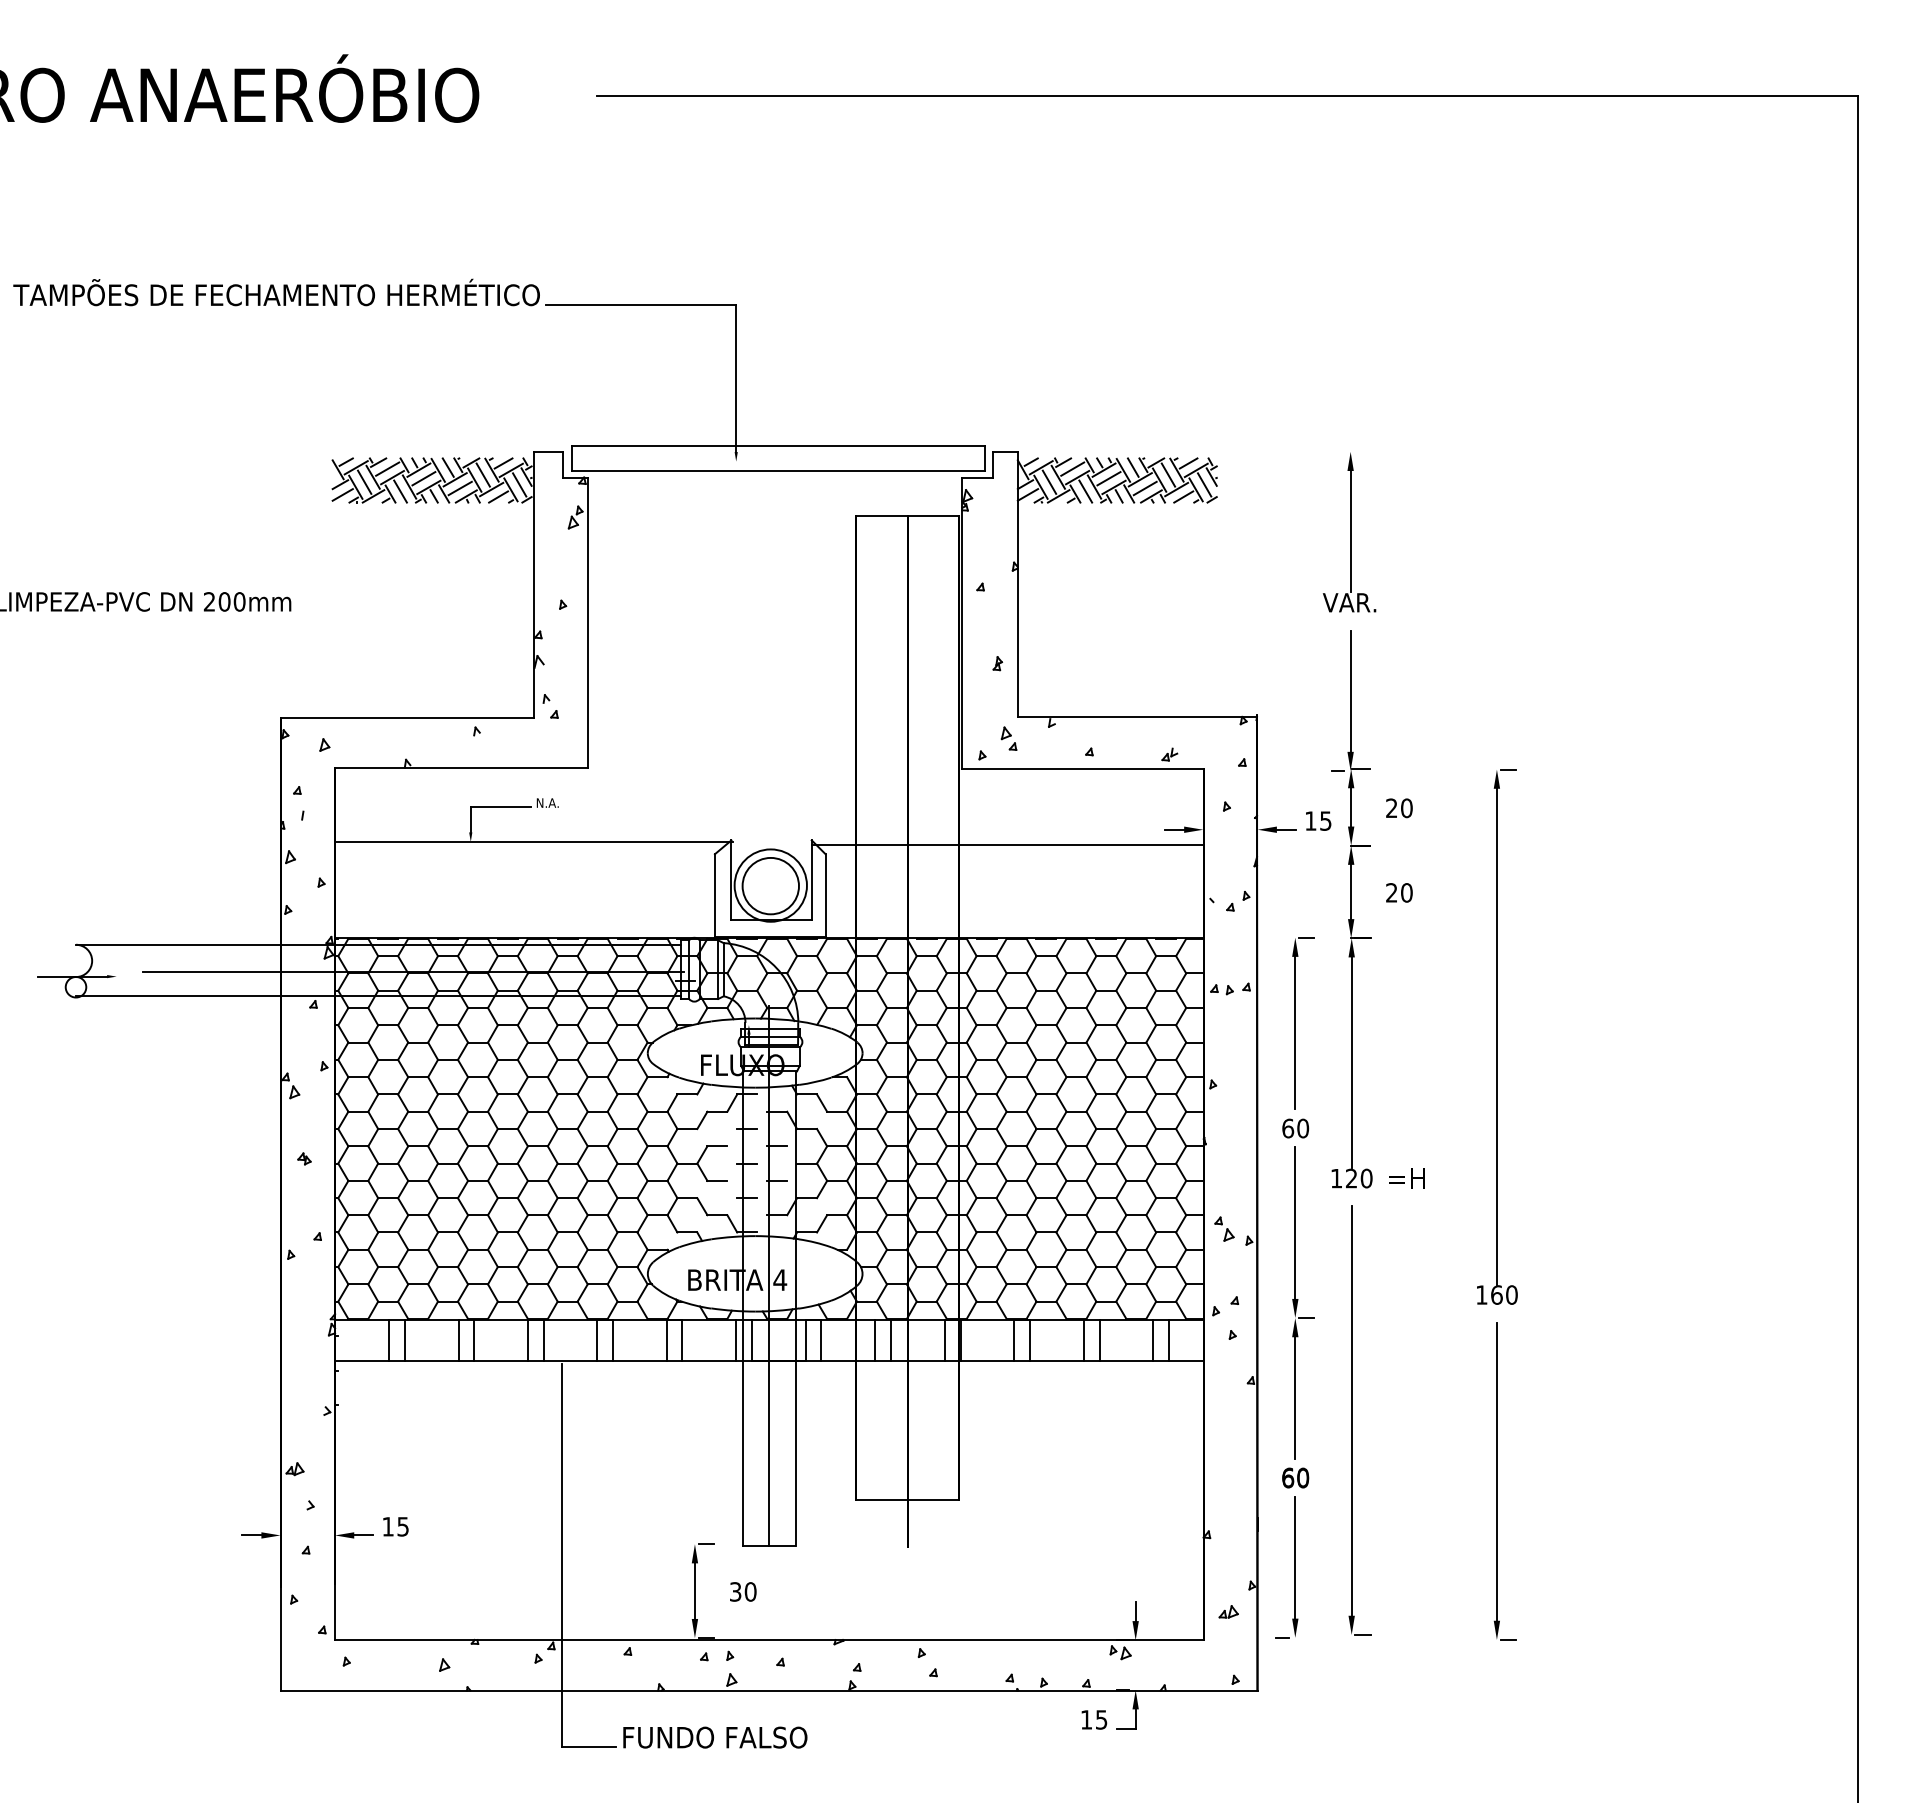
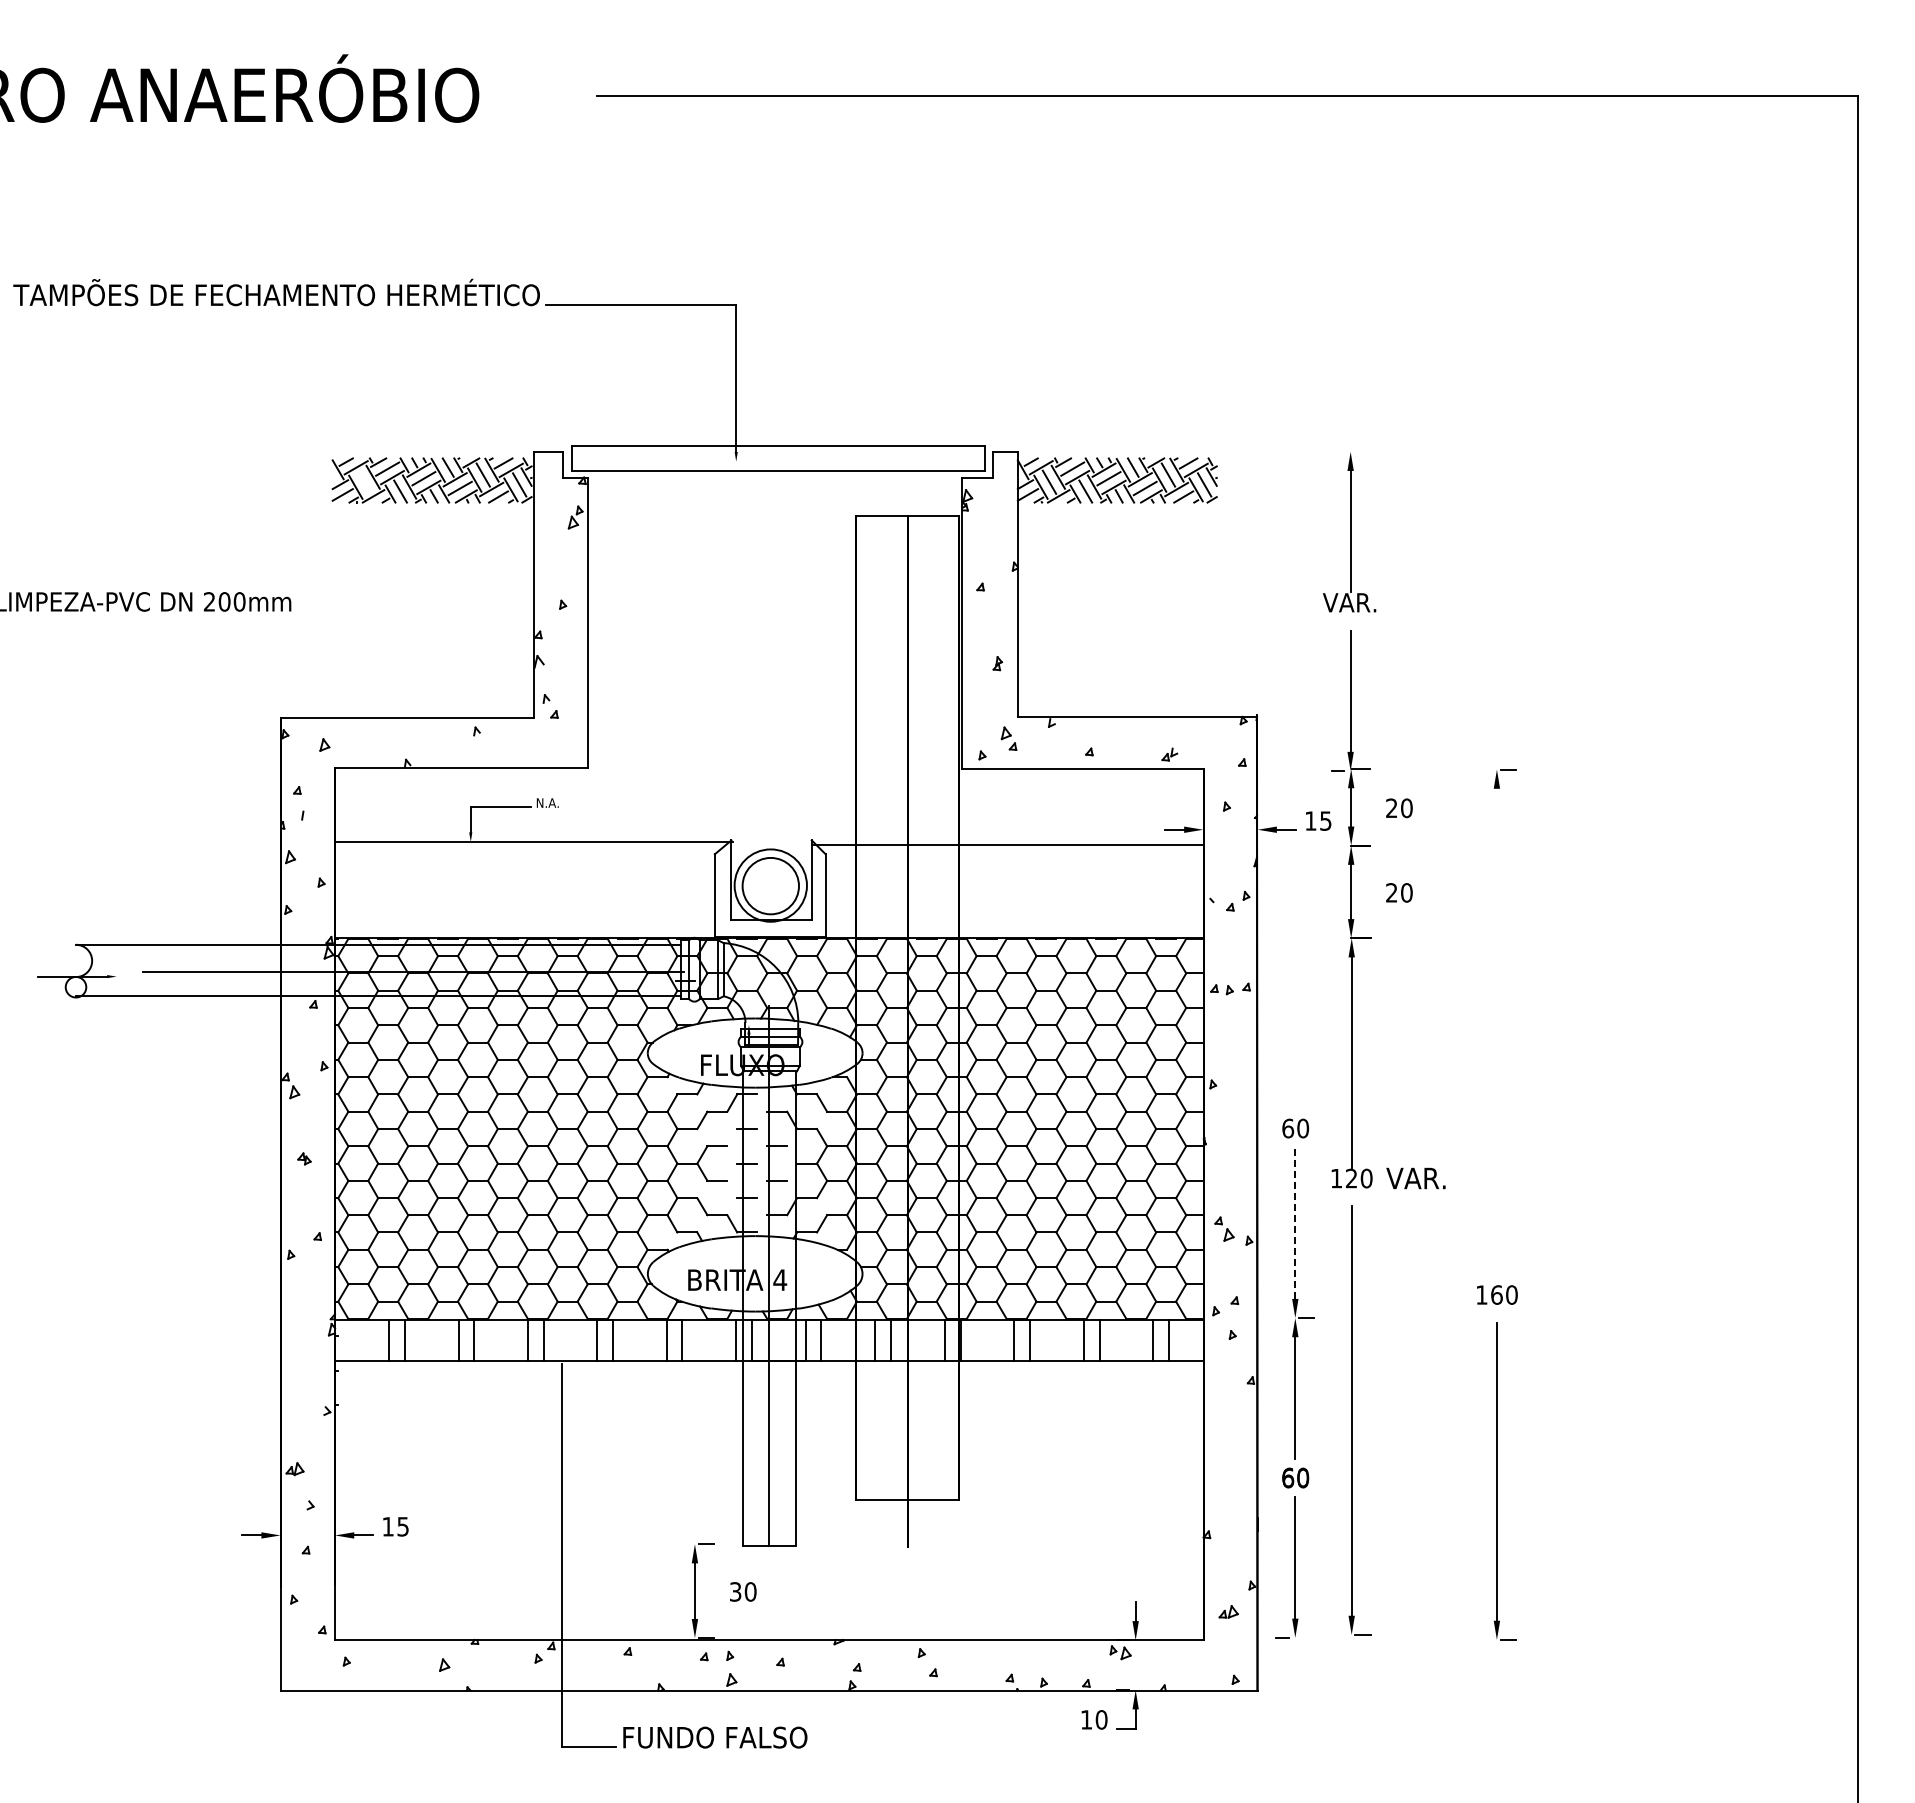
line at (364, 481): present -> none
part at (1295, 1023): present -> none
line at (1496, 1036): present -> none
text at (1415, 1178): =H -> VAR.
line at (1295, 1223): solid -> dashed
text at (1101, 1719): 15 -> 10
